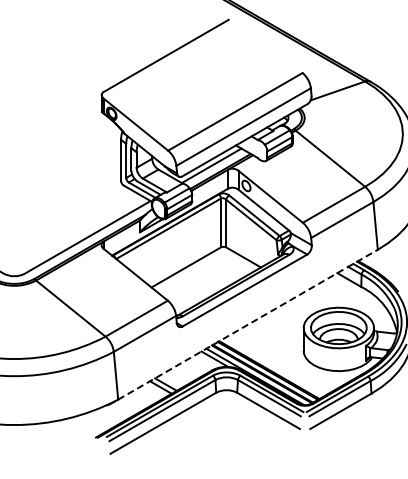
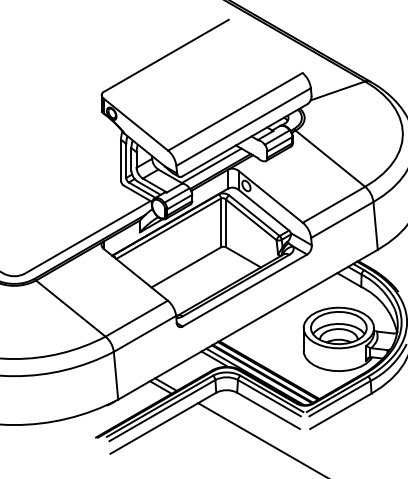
line at (248, 324): dashed -> solid
line at (260, 439): none -> present
